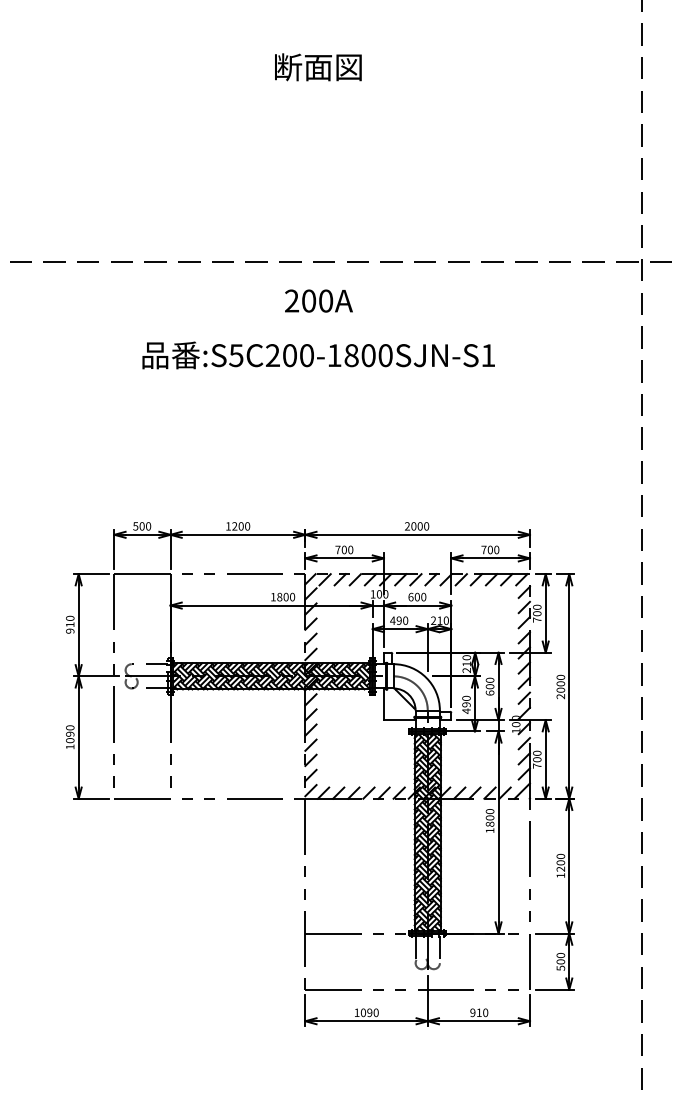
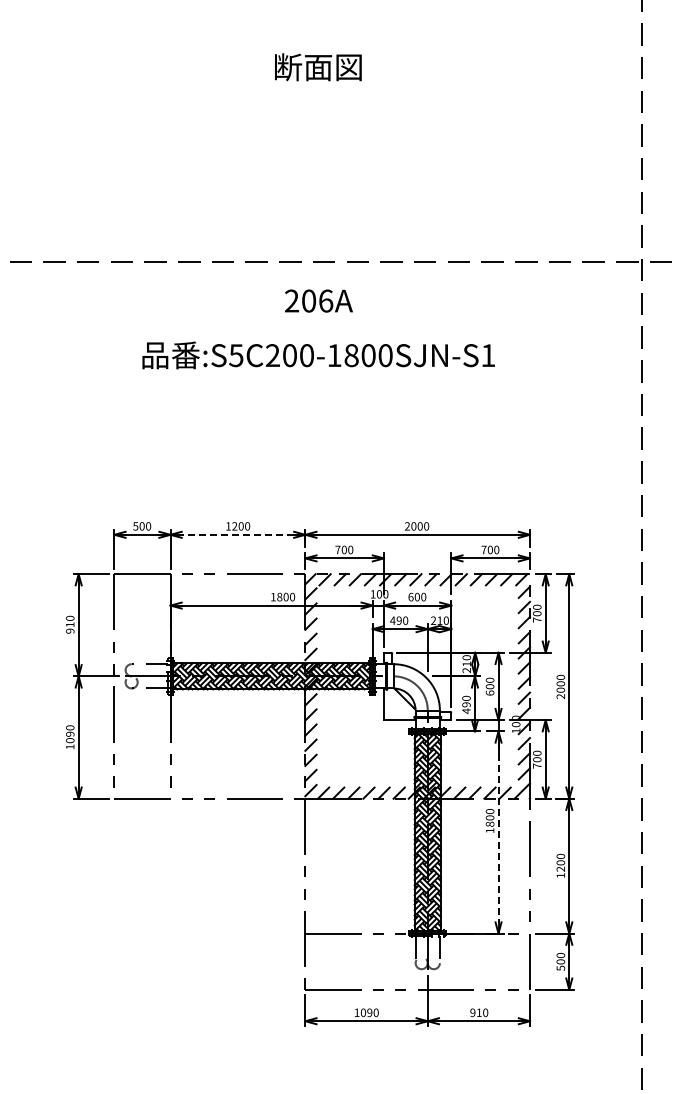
text at (326, 300): 200A -> 206A
line at (237, 534): solid -> dashed
line at (498, 832): solid -> dashed
